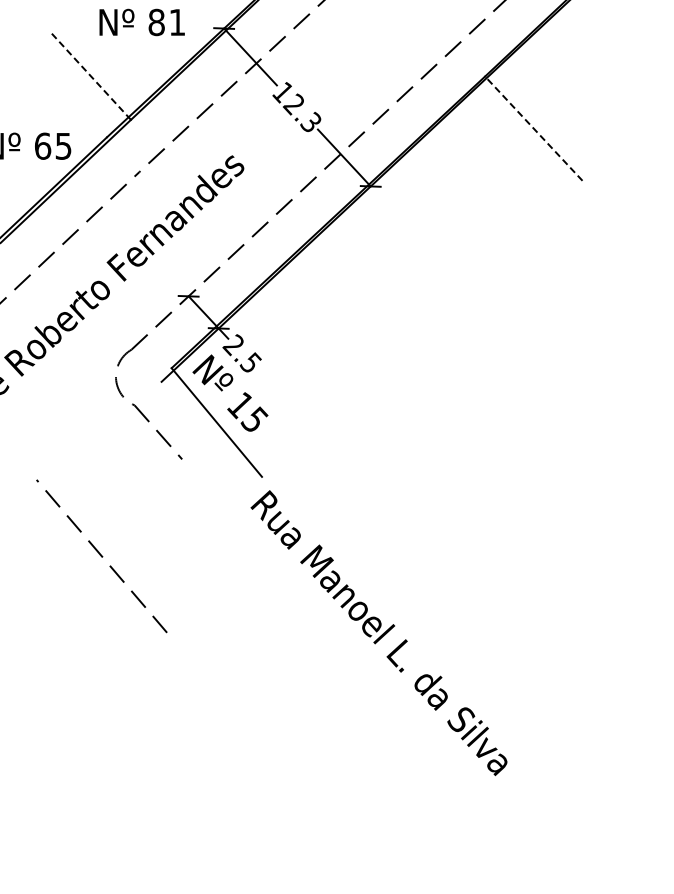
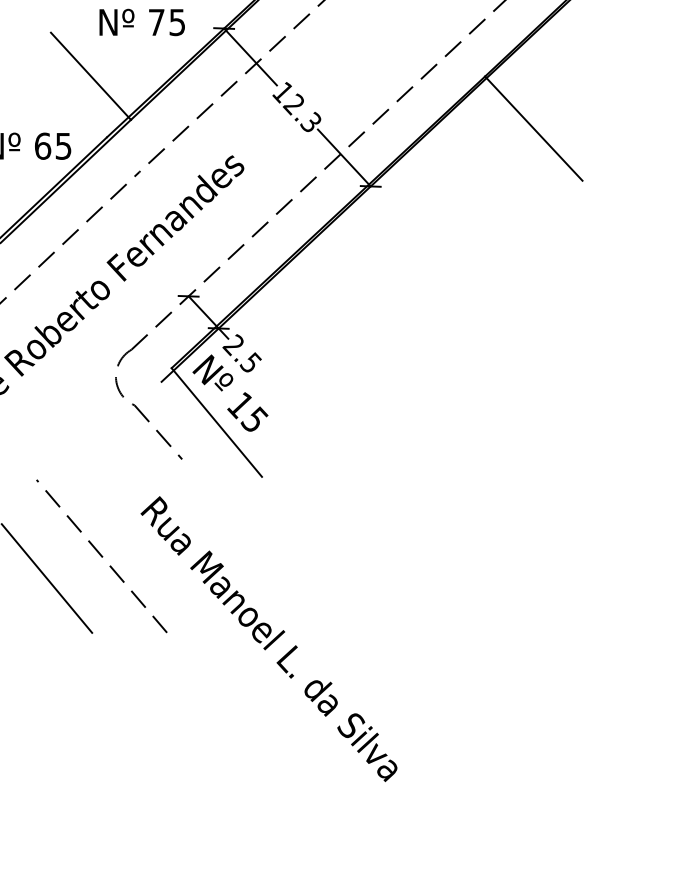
text at (166, 22): 81 -> 75
line at (90, 75): dashed -> solid
line at (533, 128): dashed -> solid
line at (47, 578): none -> present
text at (378, 633) position: (378, 633) -> (268, 639)
